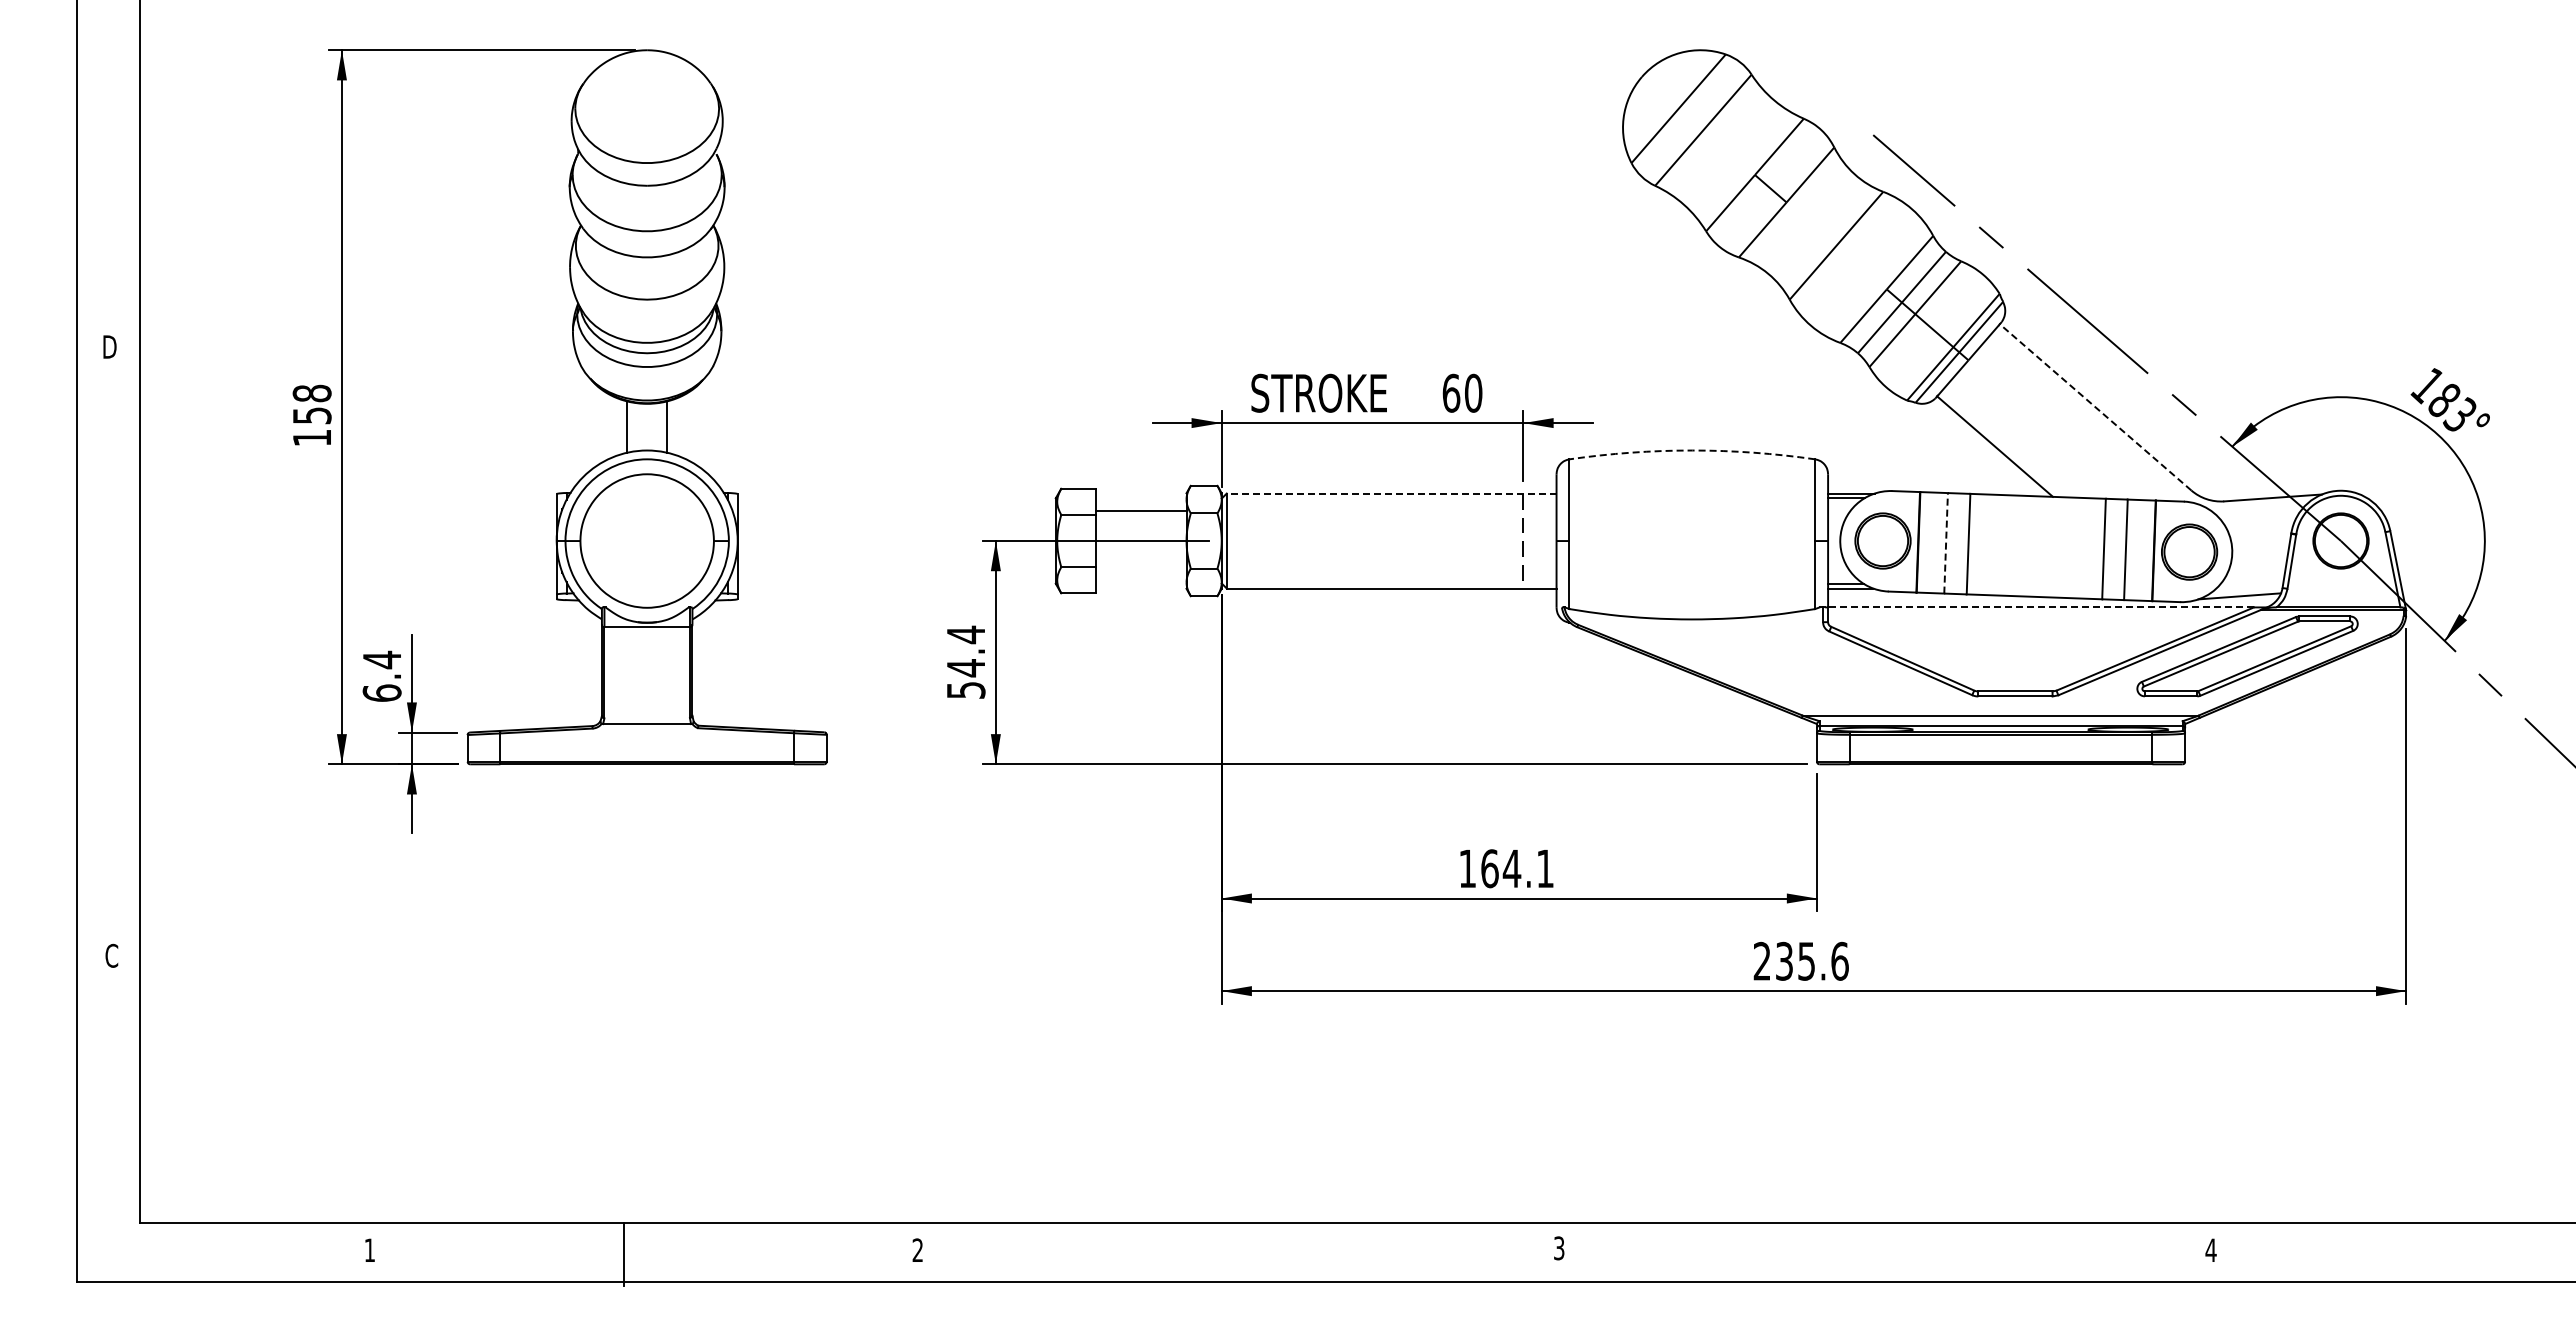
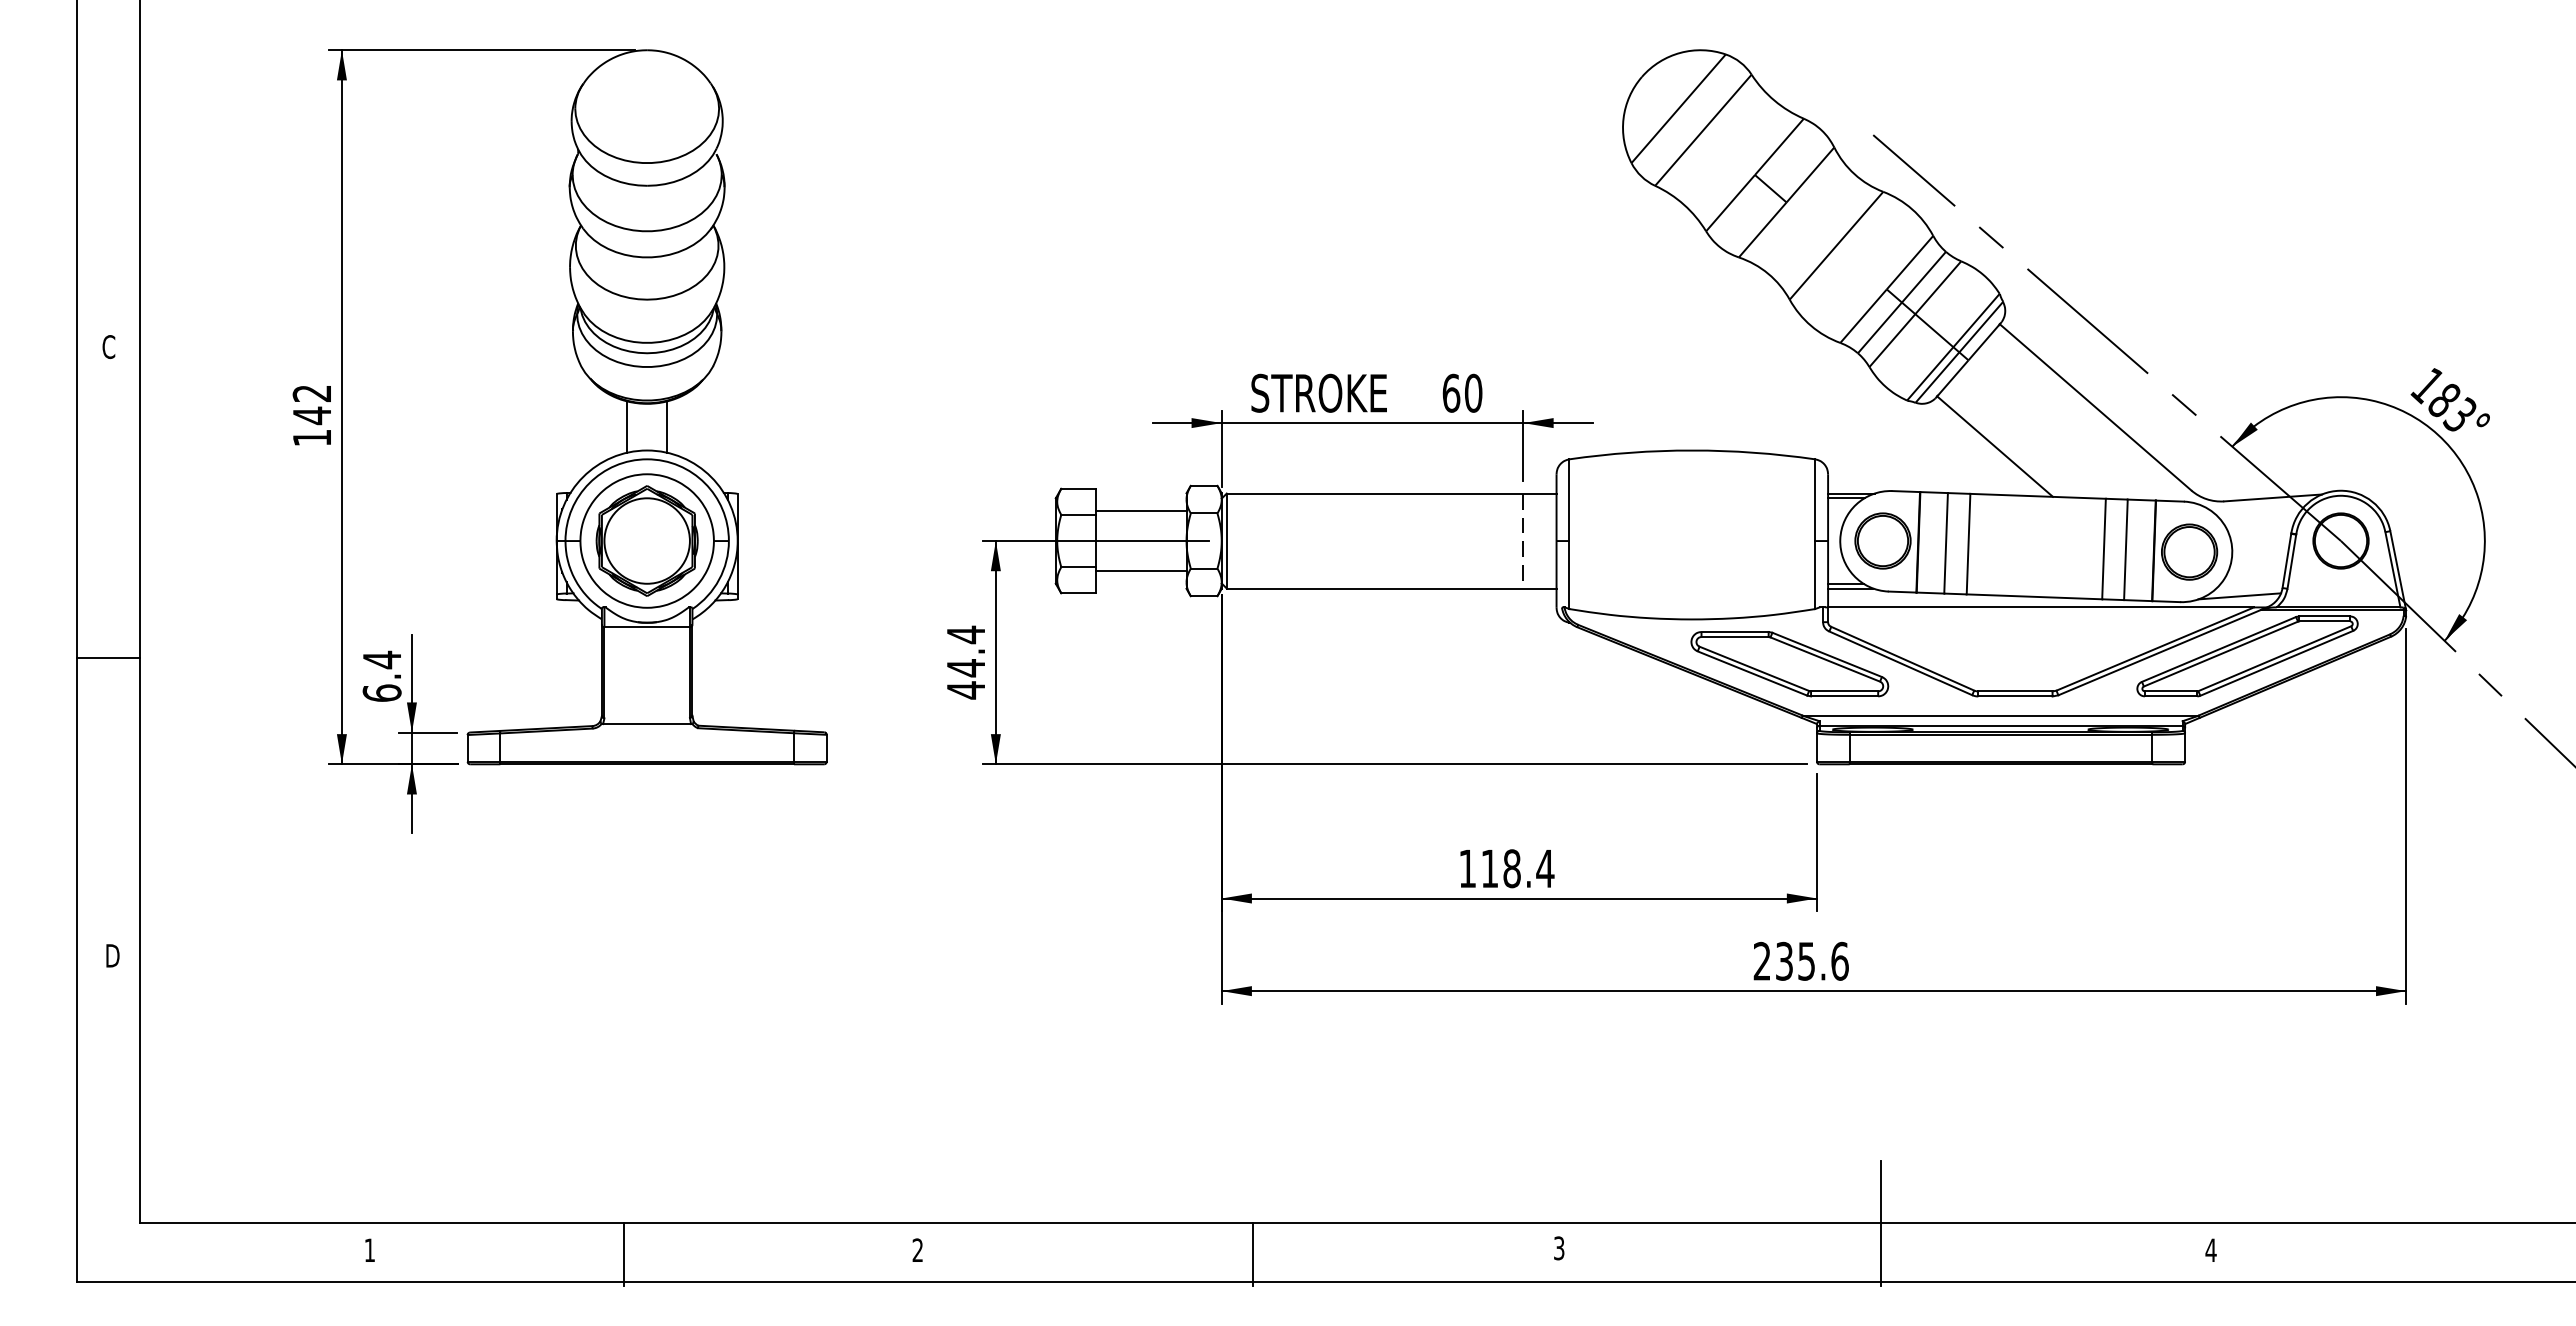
text at (109, 347): D -> C
text at (311, 404): 158 -> 142
line at (2095, 407): dashed -> solid
arc at (1692, 450): dashed -> solid
line at (1391, 493): dashed -> solid
part at (646, 540): none -> present
line at (1946, 542): dashed -> solid
line at (1141, 571): none -> present
line at (2041, 607): dashed -> solid
line at (108, 657): none -> present
part at (1789, 664): none -> present
text at (966, 690): 54.4 -> 44.4
text at (1517, 868): 164.1 -> 118.4
text at (112, 955): C -> D
line at (1881, 1223): none -> present
line at (1252, 1254): none -> present
